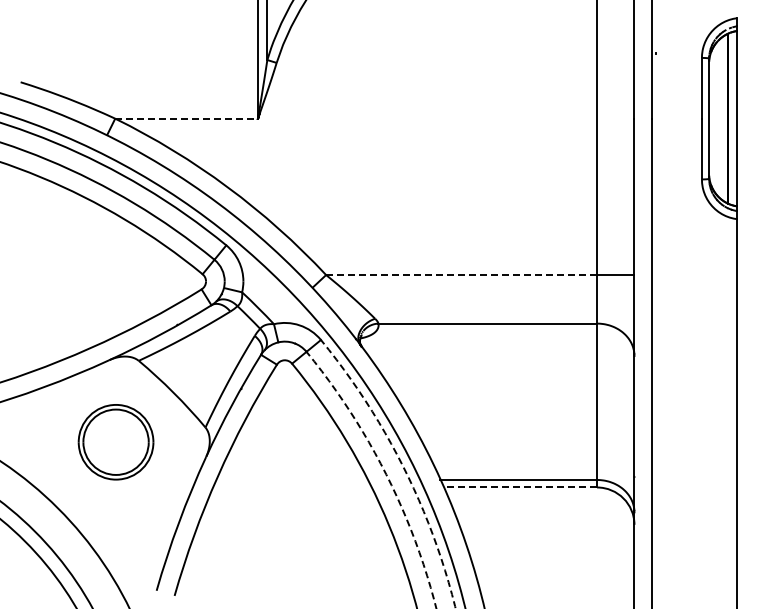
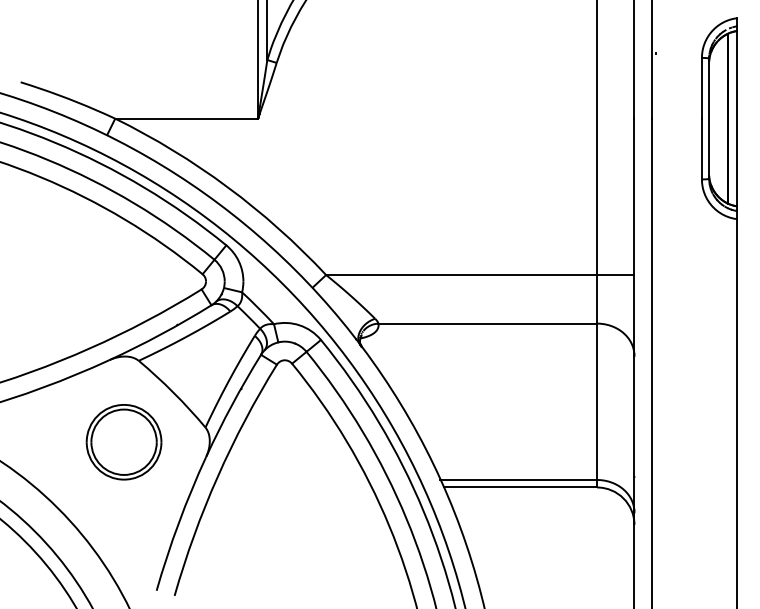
line at (187, 118): dashed -> solid
line at (462, 275): dashed -> solid
part at (115, 442) position: (115, 442) -> (123, 442)
arc at (402, 466): dashed -> solid
arc at (385, 473): dashed -> solid
line at (520, 487): dashed -> solid
